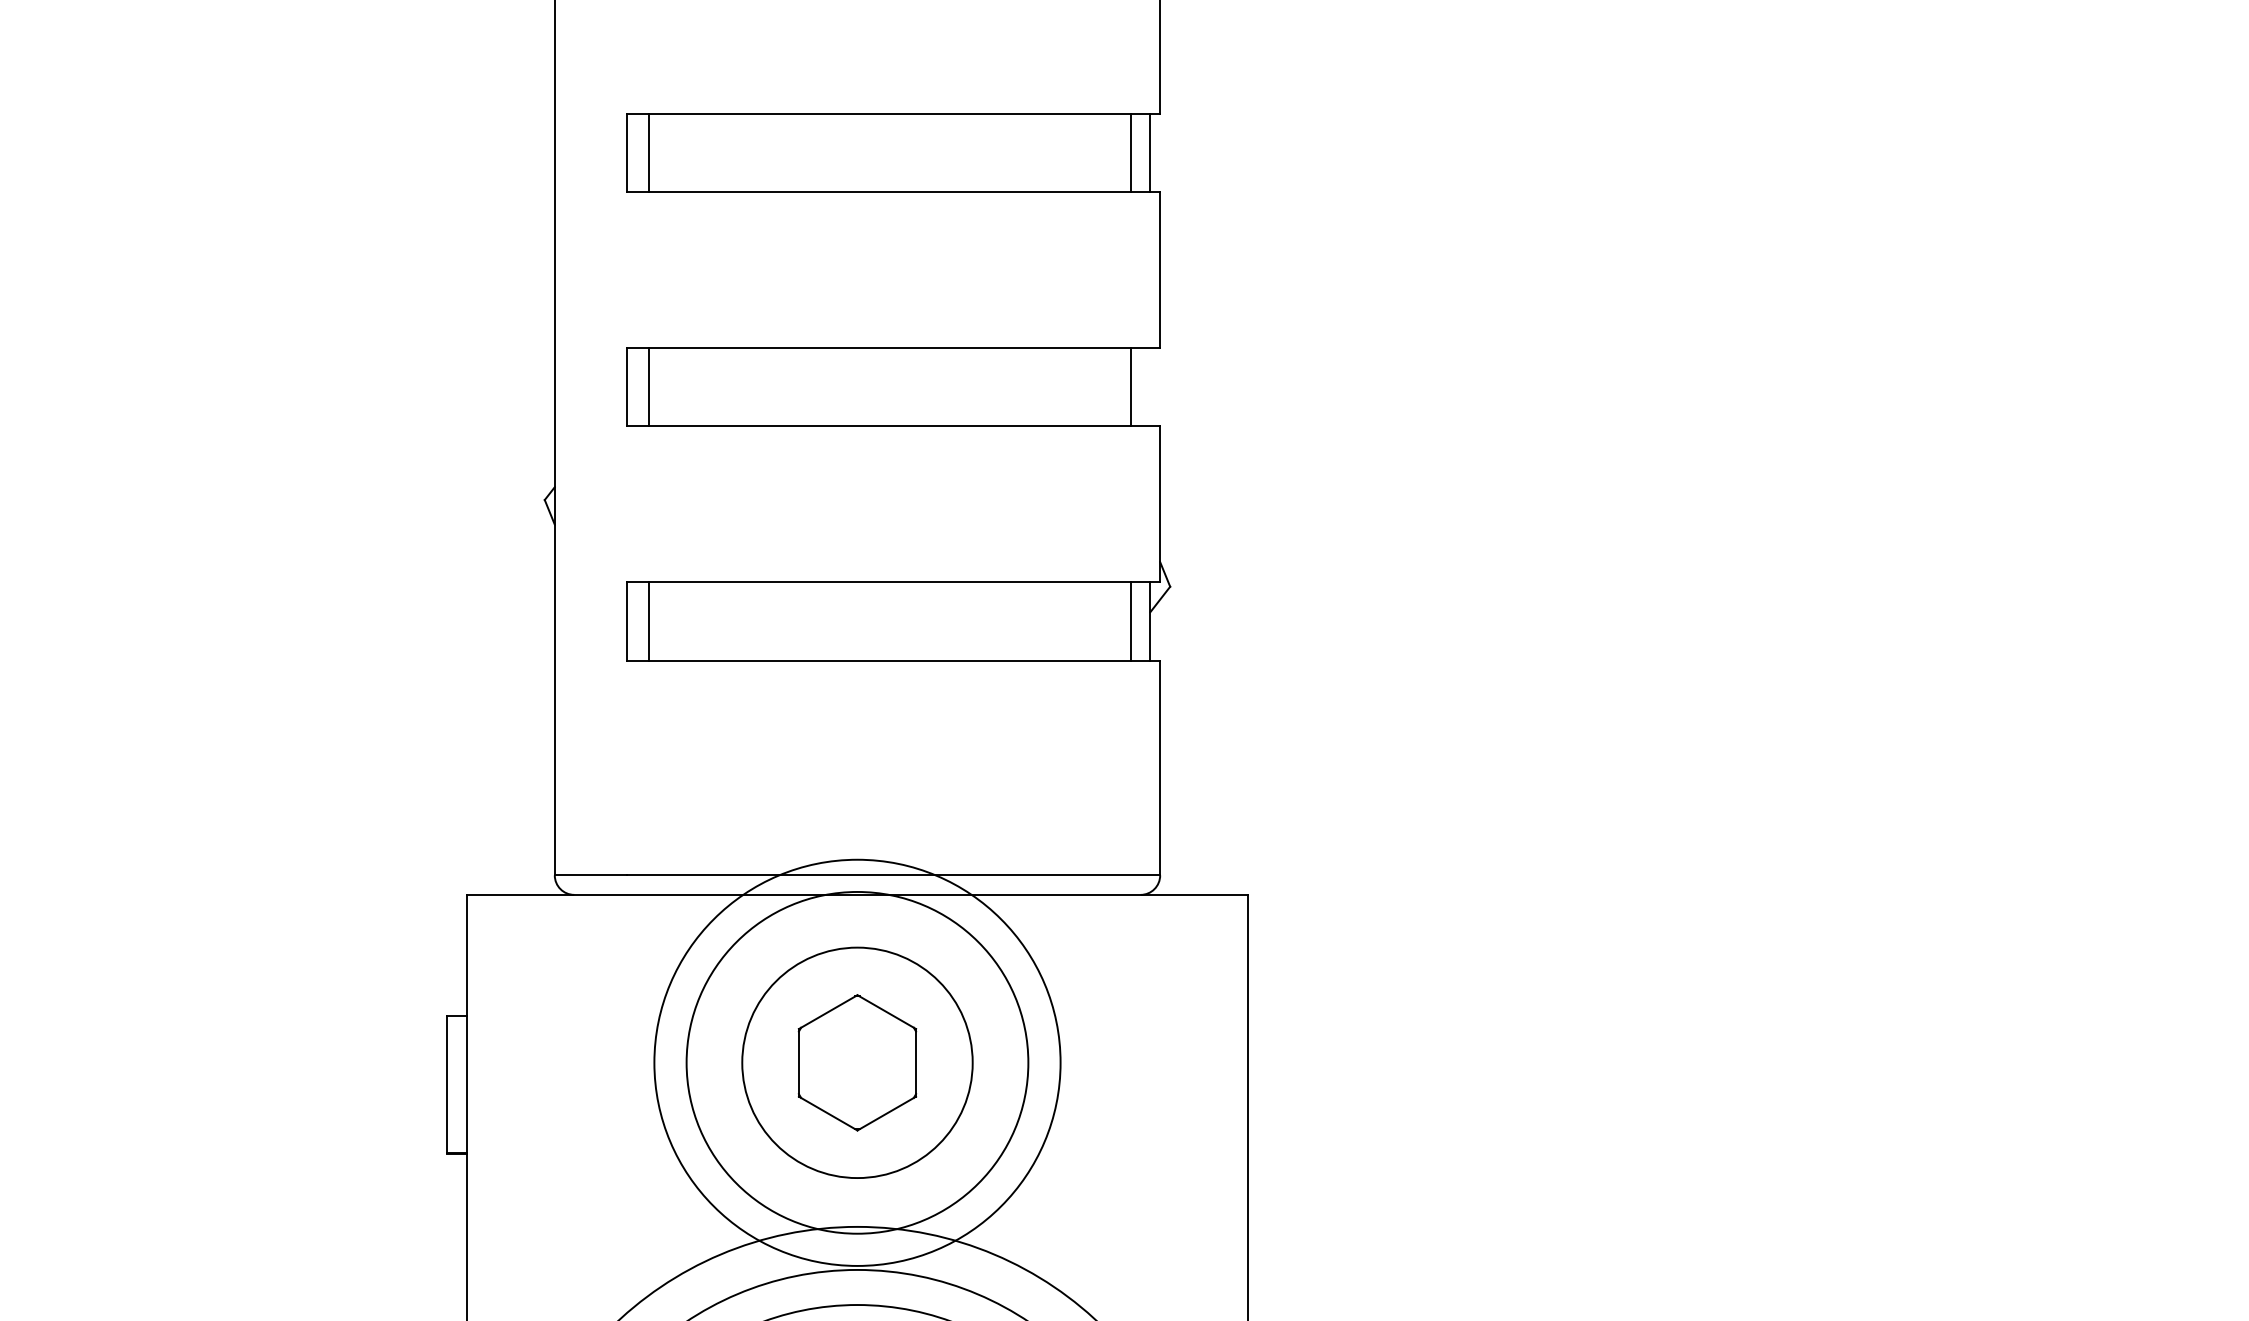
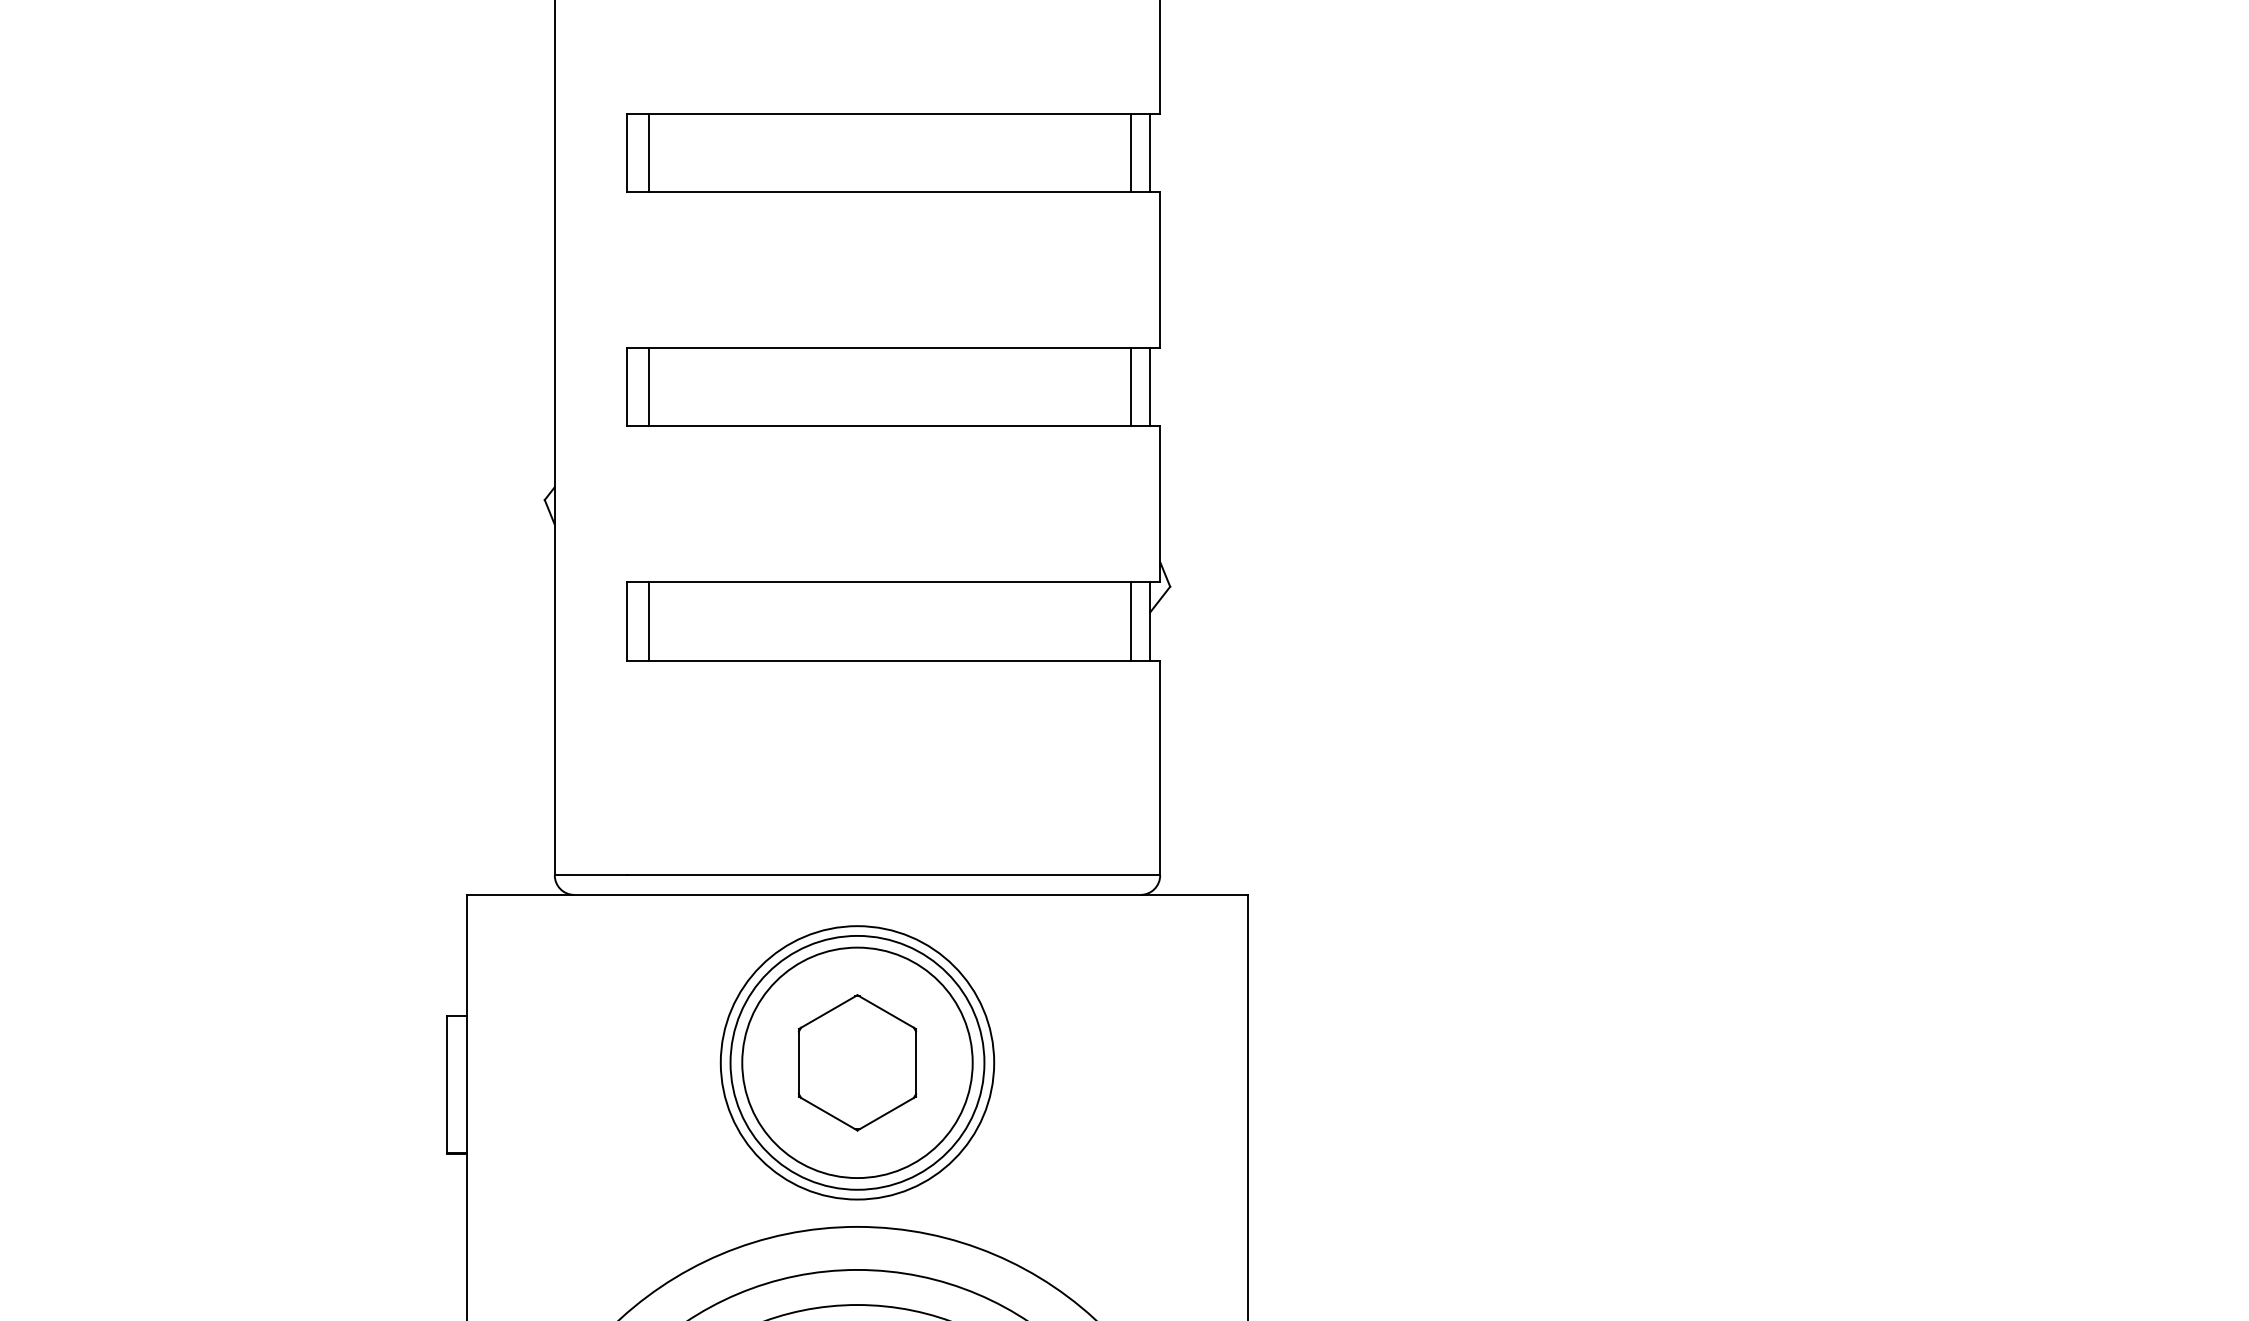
line at (1150, 387): none -> present
circle at (857, 1062) diameter: 342 px -> 273 px
circle at (857, 1062) diameter: 406 px -> 254 px
